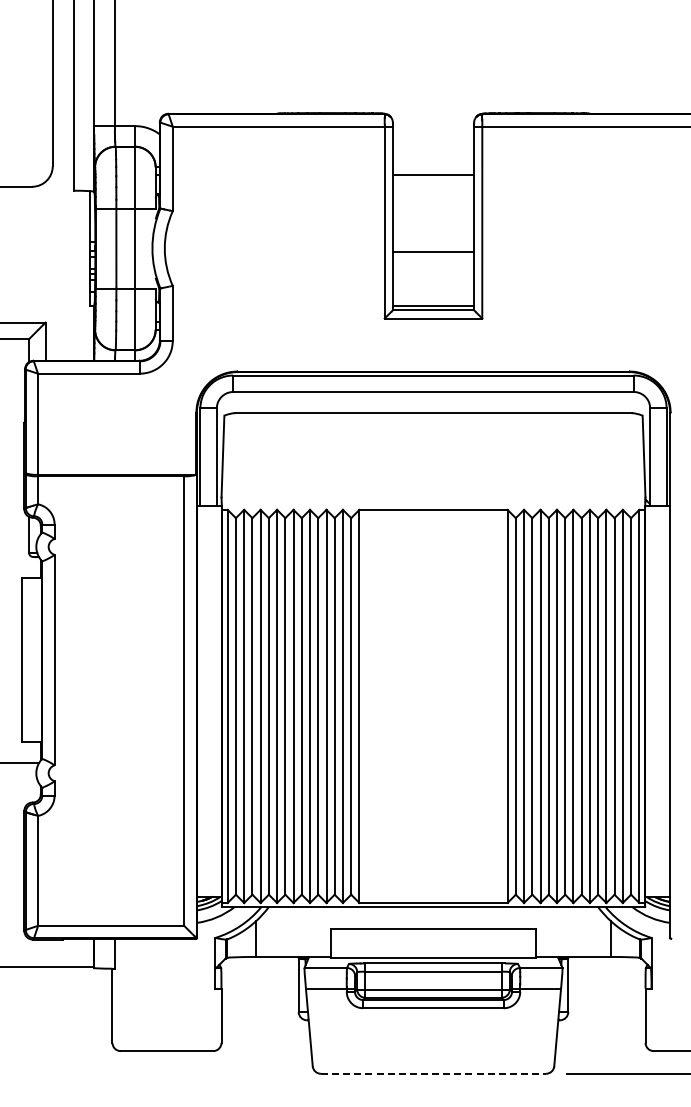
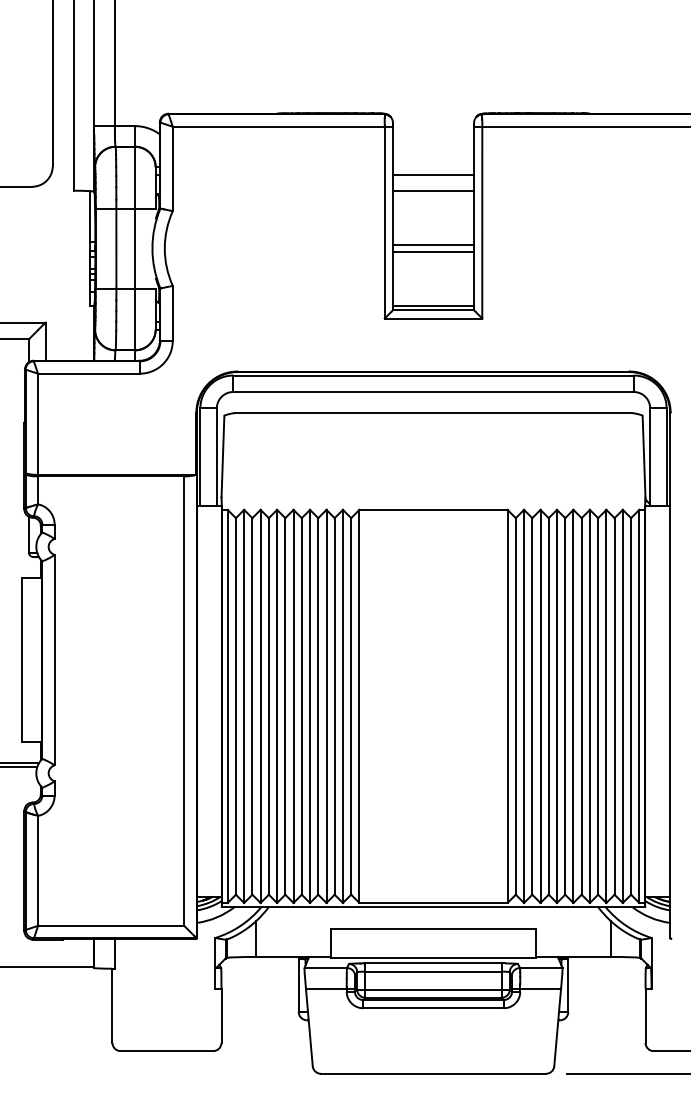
line at (433, 191): none -> present
line at (433, 244): none -> present
line at (19, 767): none -> present
line at (433, 1073): dashed -> solid
